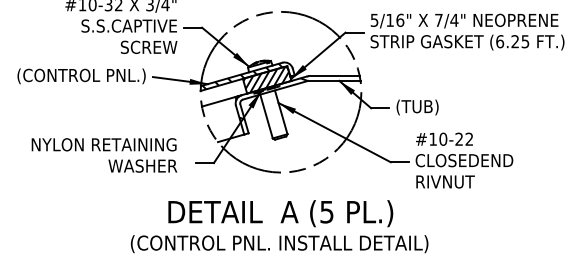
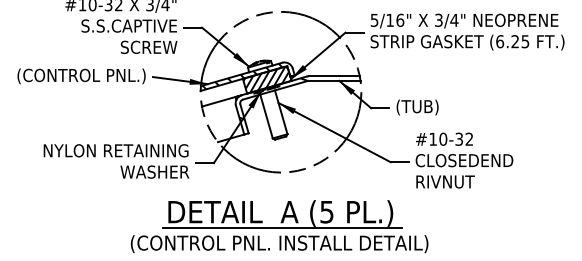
text at (438, 19): 7/4" -> 3/4"
text at (458, 139): #10-22 -> #10-32
text at (104, 155) position: (104, 155) -> (116, 161)
line at (282, 228): none -> present
